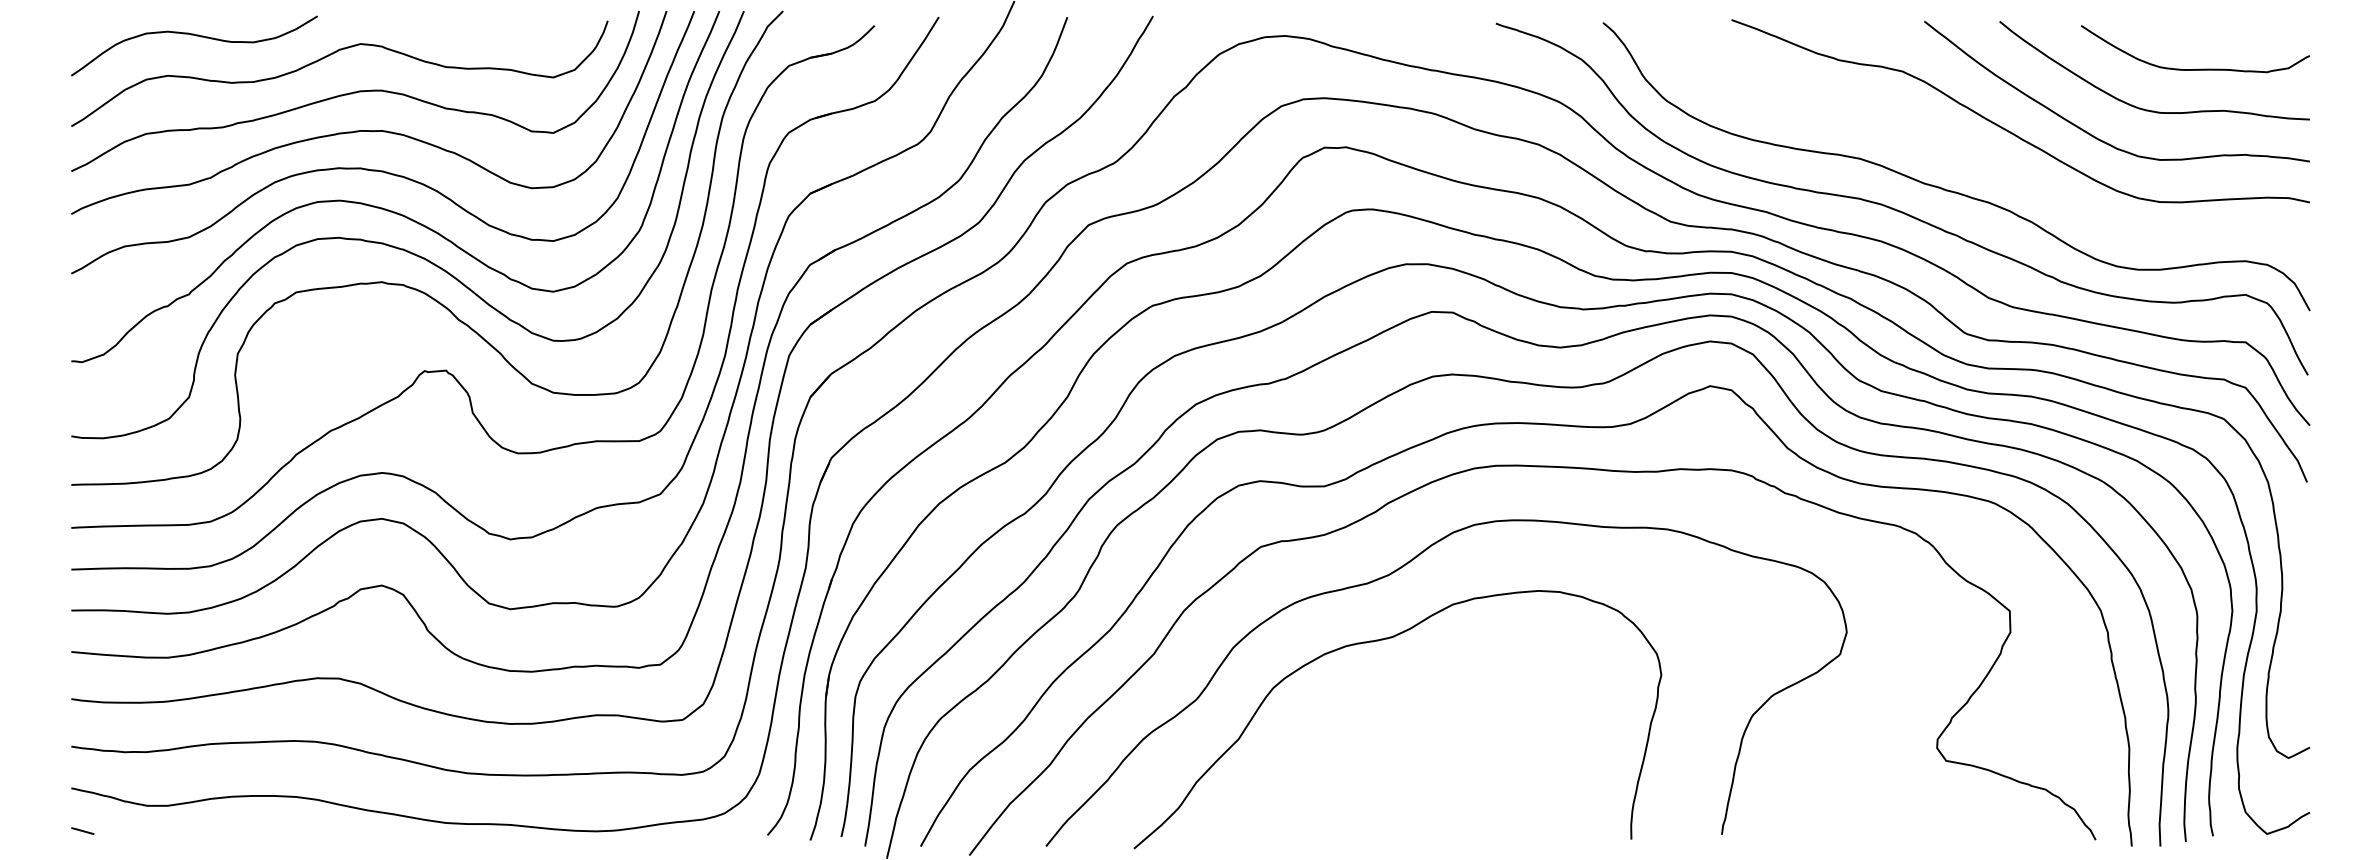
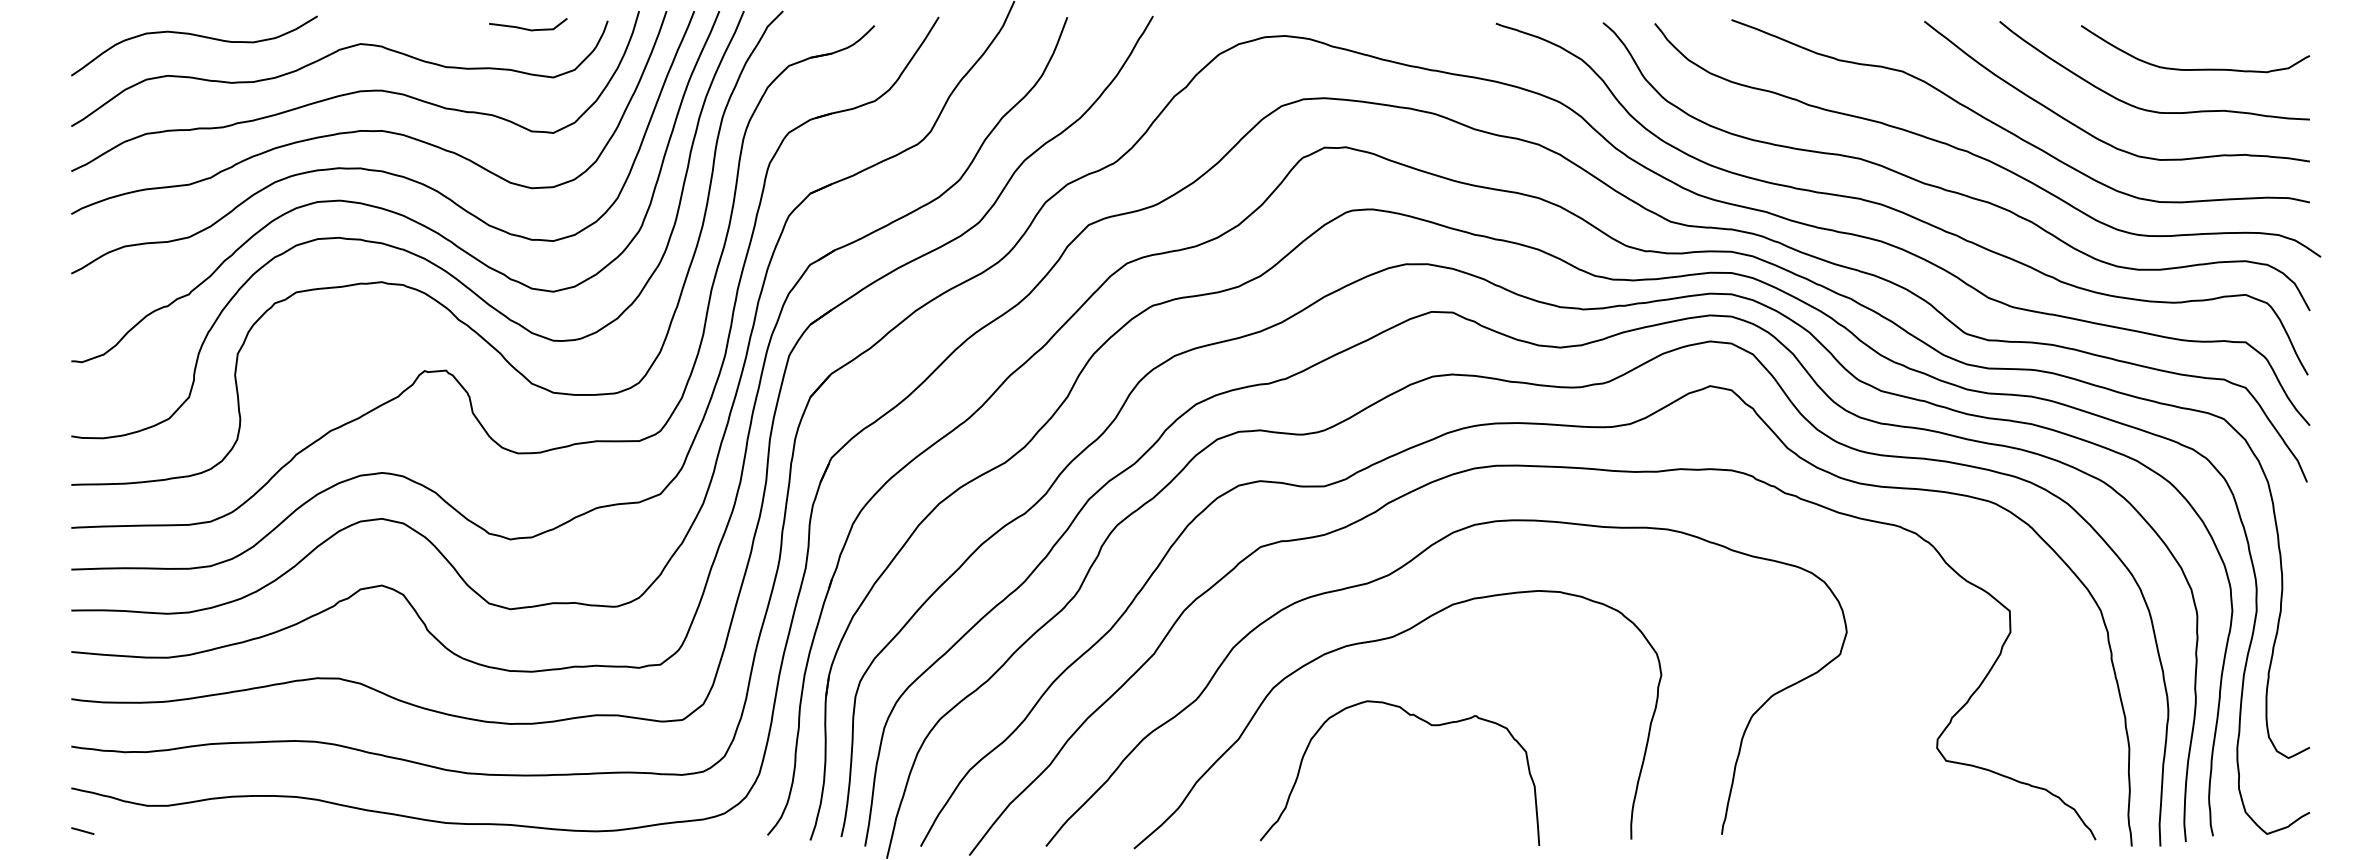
curve at (528, 28): none -> present
curve at (1981, 156): none -> present
curve at (1431, 726): none -> present
